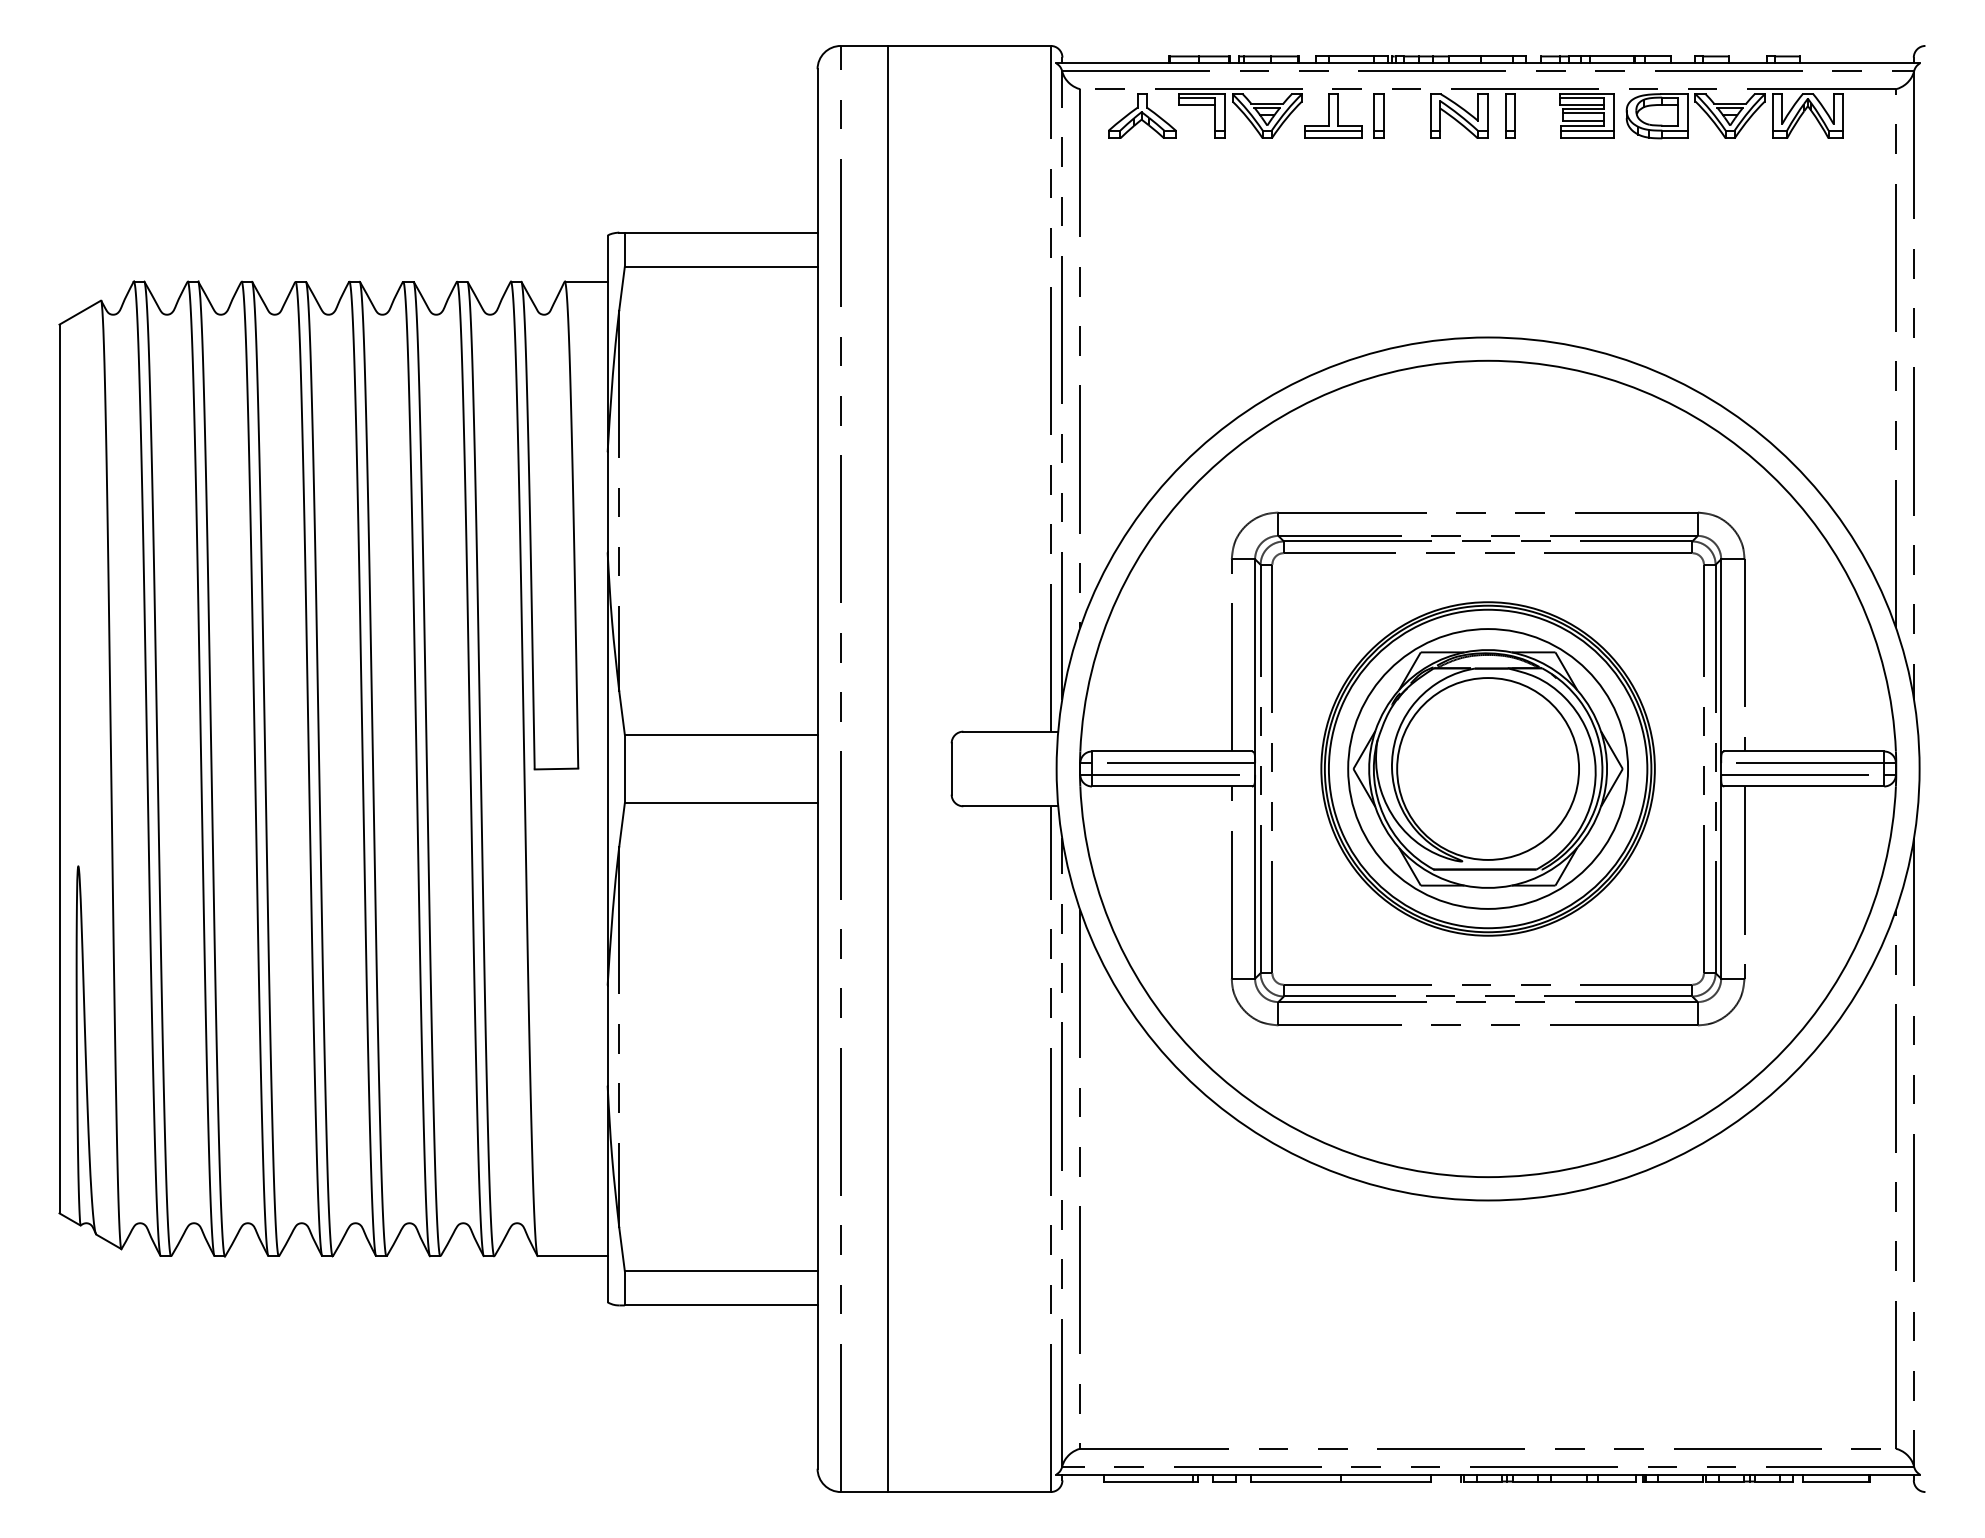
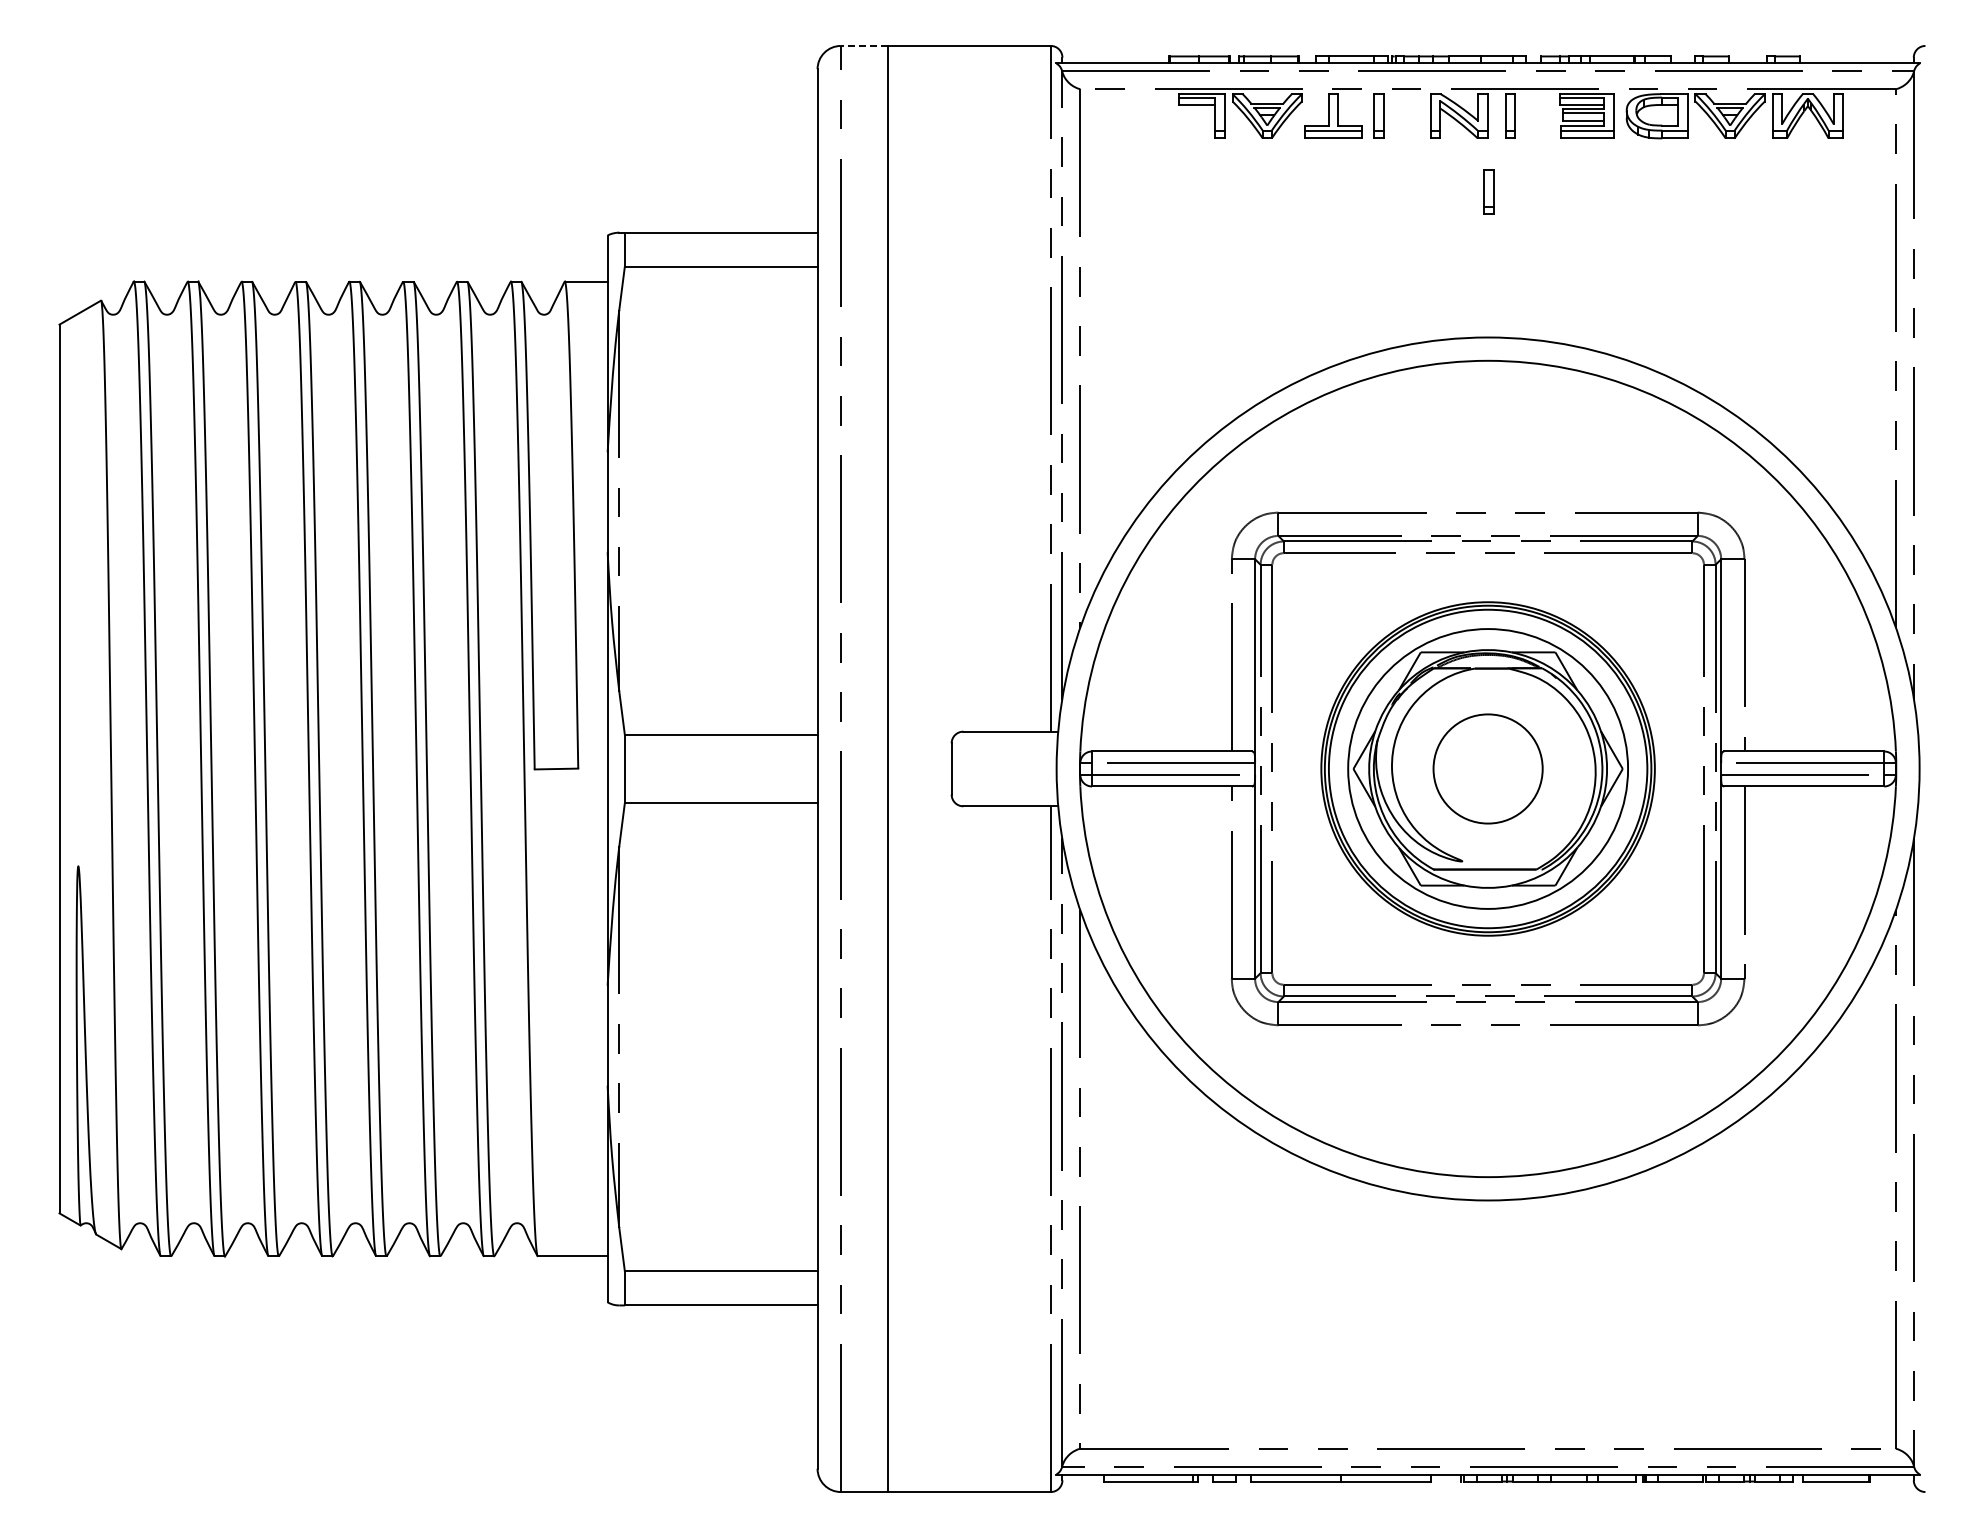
line at (863, 45): solid -> dashed
part at (1142, 115): present -> none
part at (1488, 191): none -> present
circle at (1488, 768) diameter: 182 px -> 109 px
